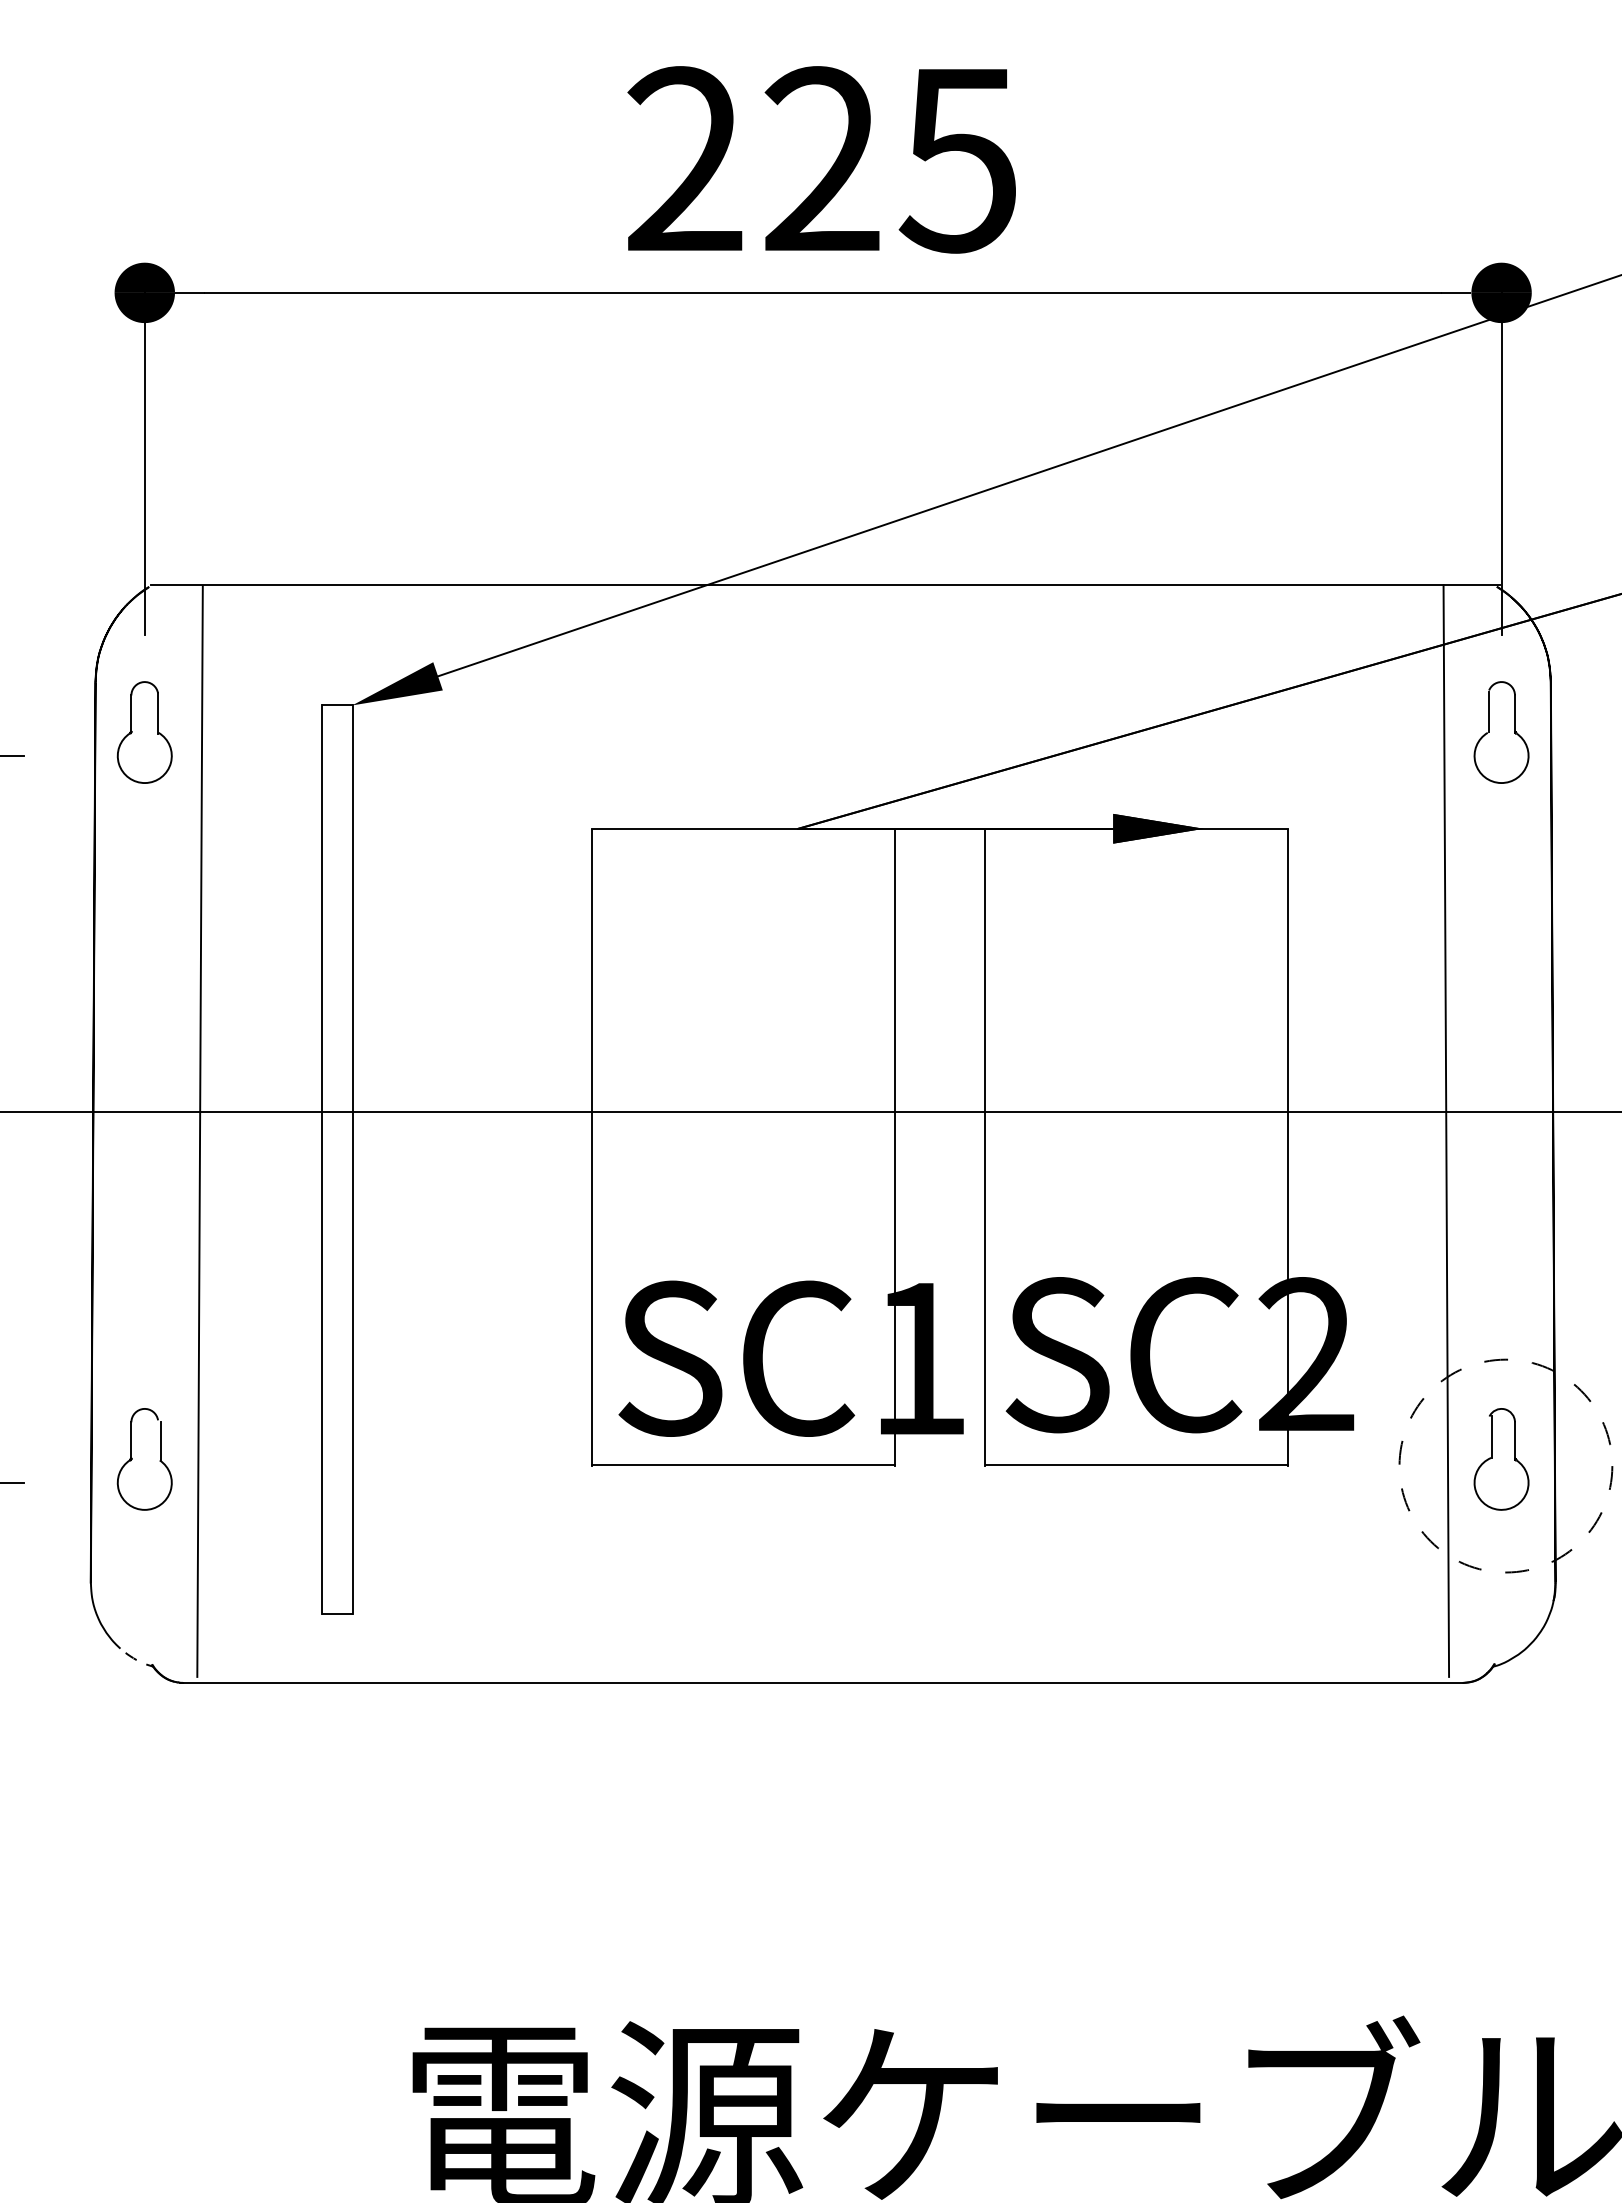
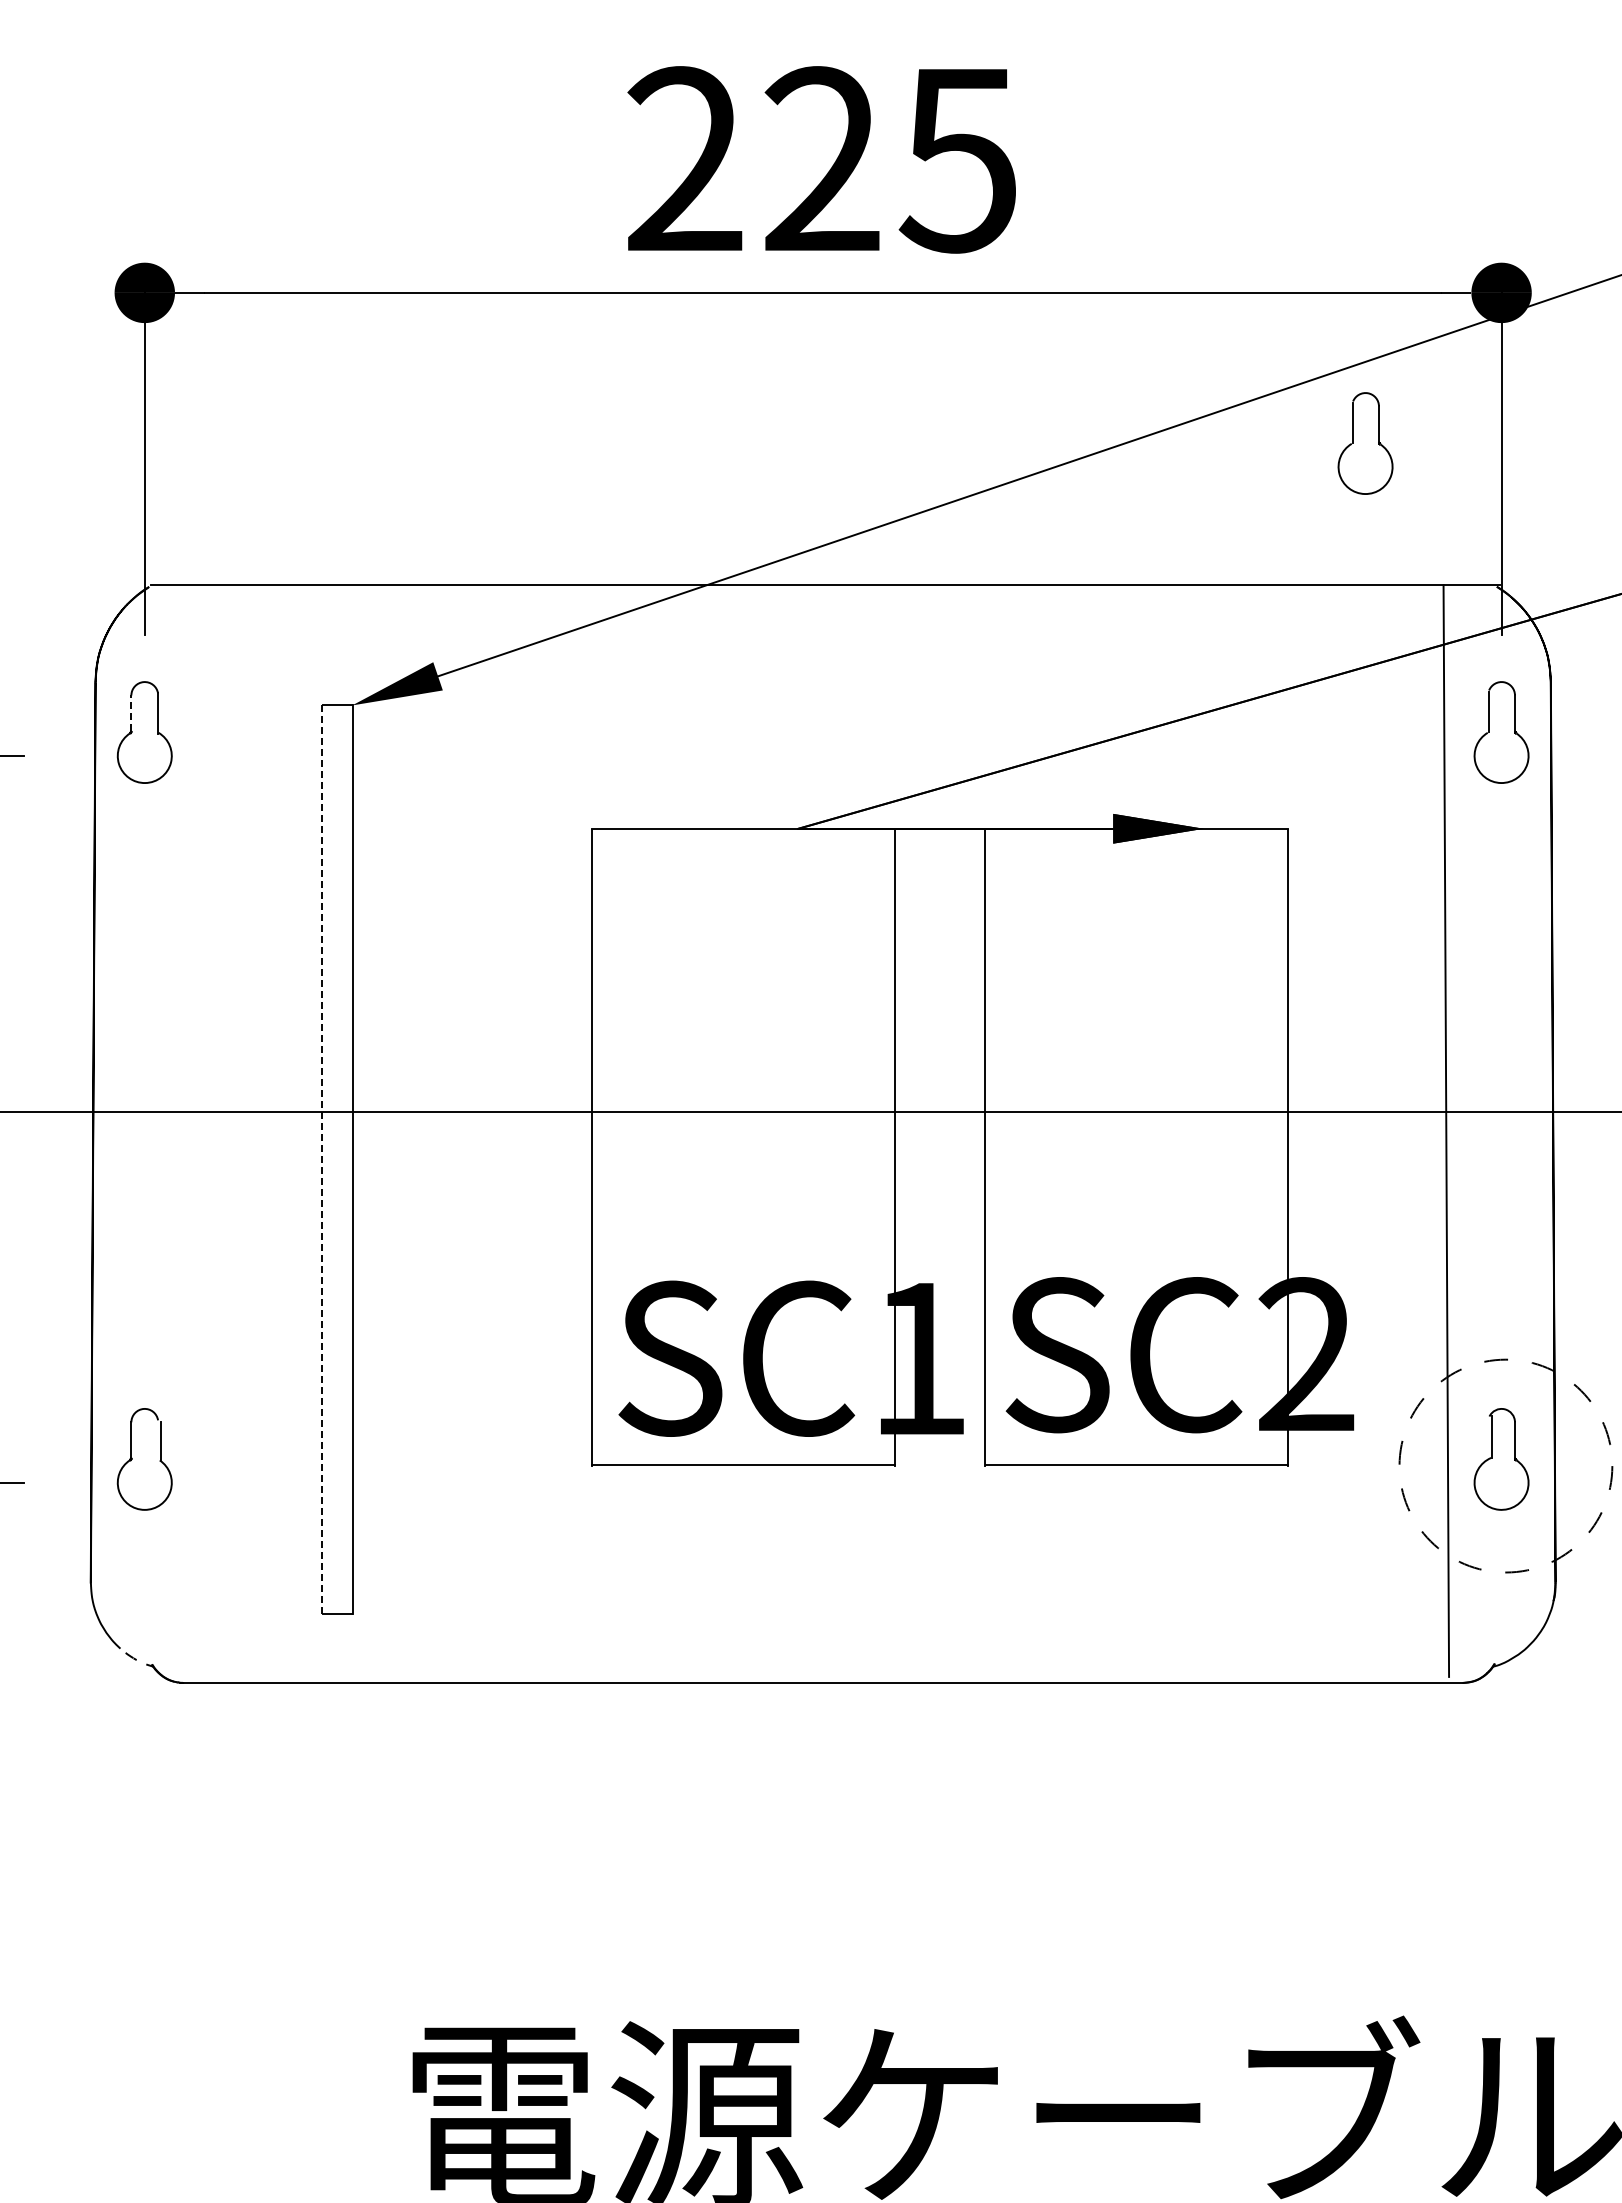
part at (1365, 443): none -> present
line at (131, 713): solid -> dashed
line at (199, 1131): present -> none
line at (322, 1160): solid -> dashed
